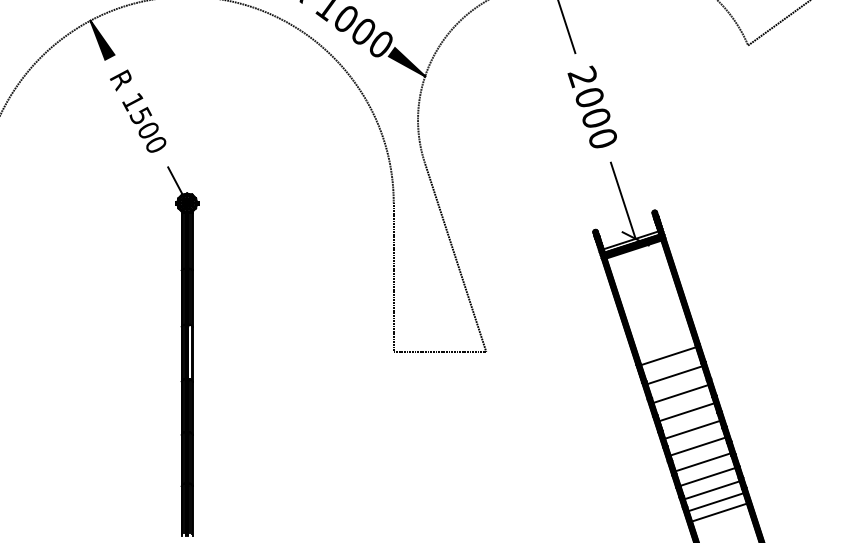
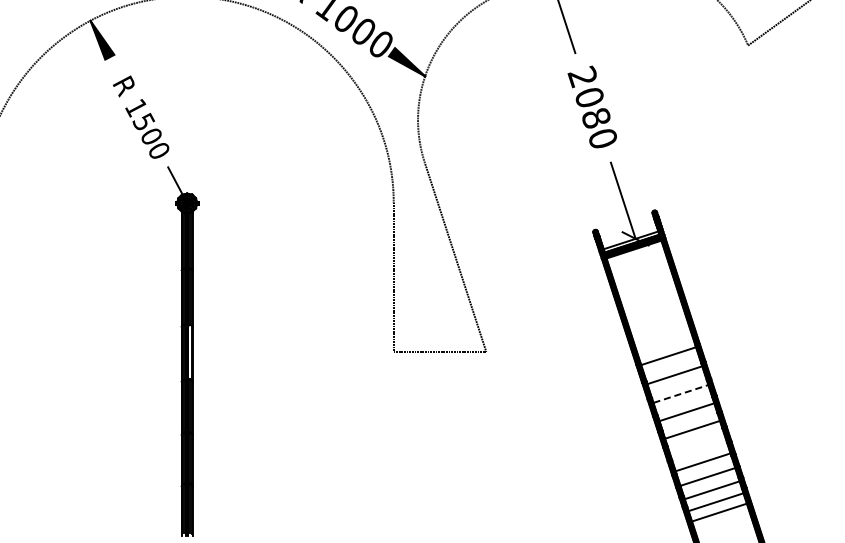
text at (138, 110) position: (138, 110) -> (141, 116)
text at (596, 118): 2000 -> 2080
line at (680, 393): solid -> dashed
line at (697, 446): present -> none
